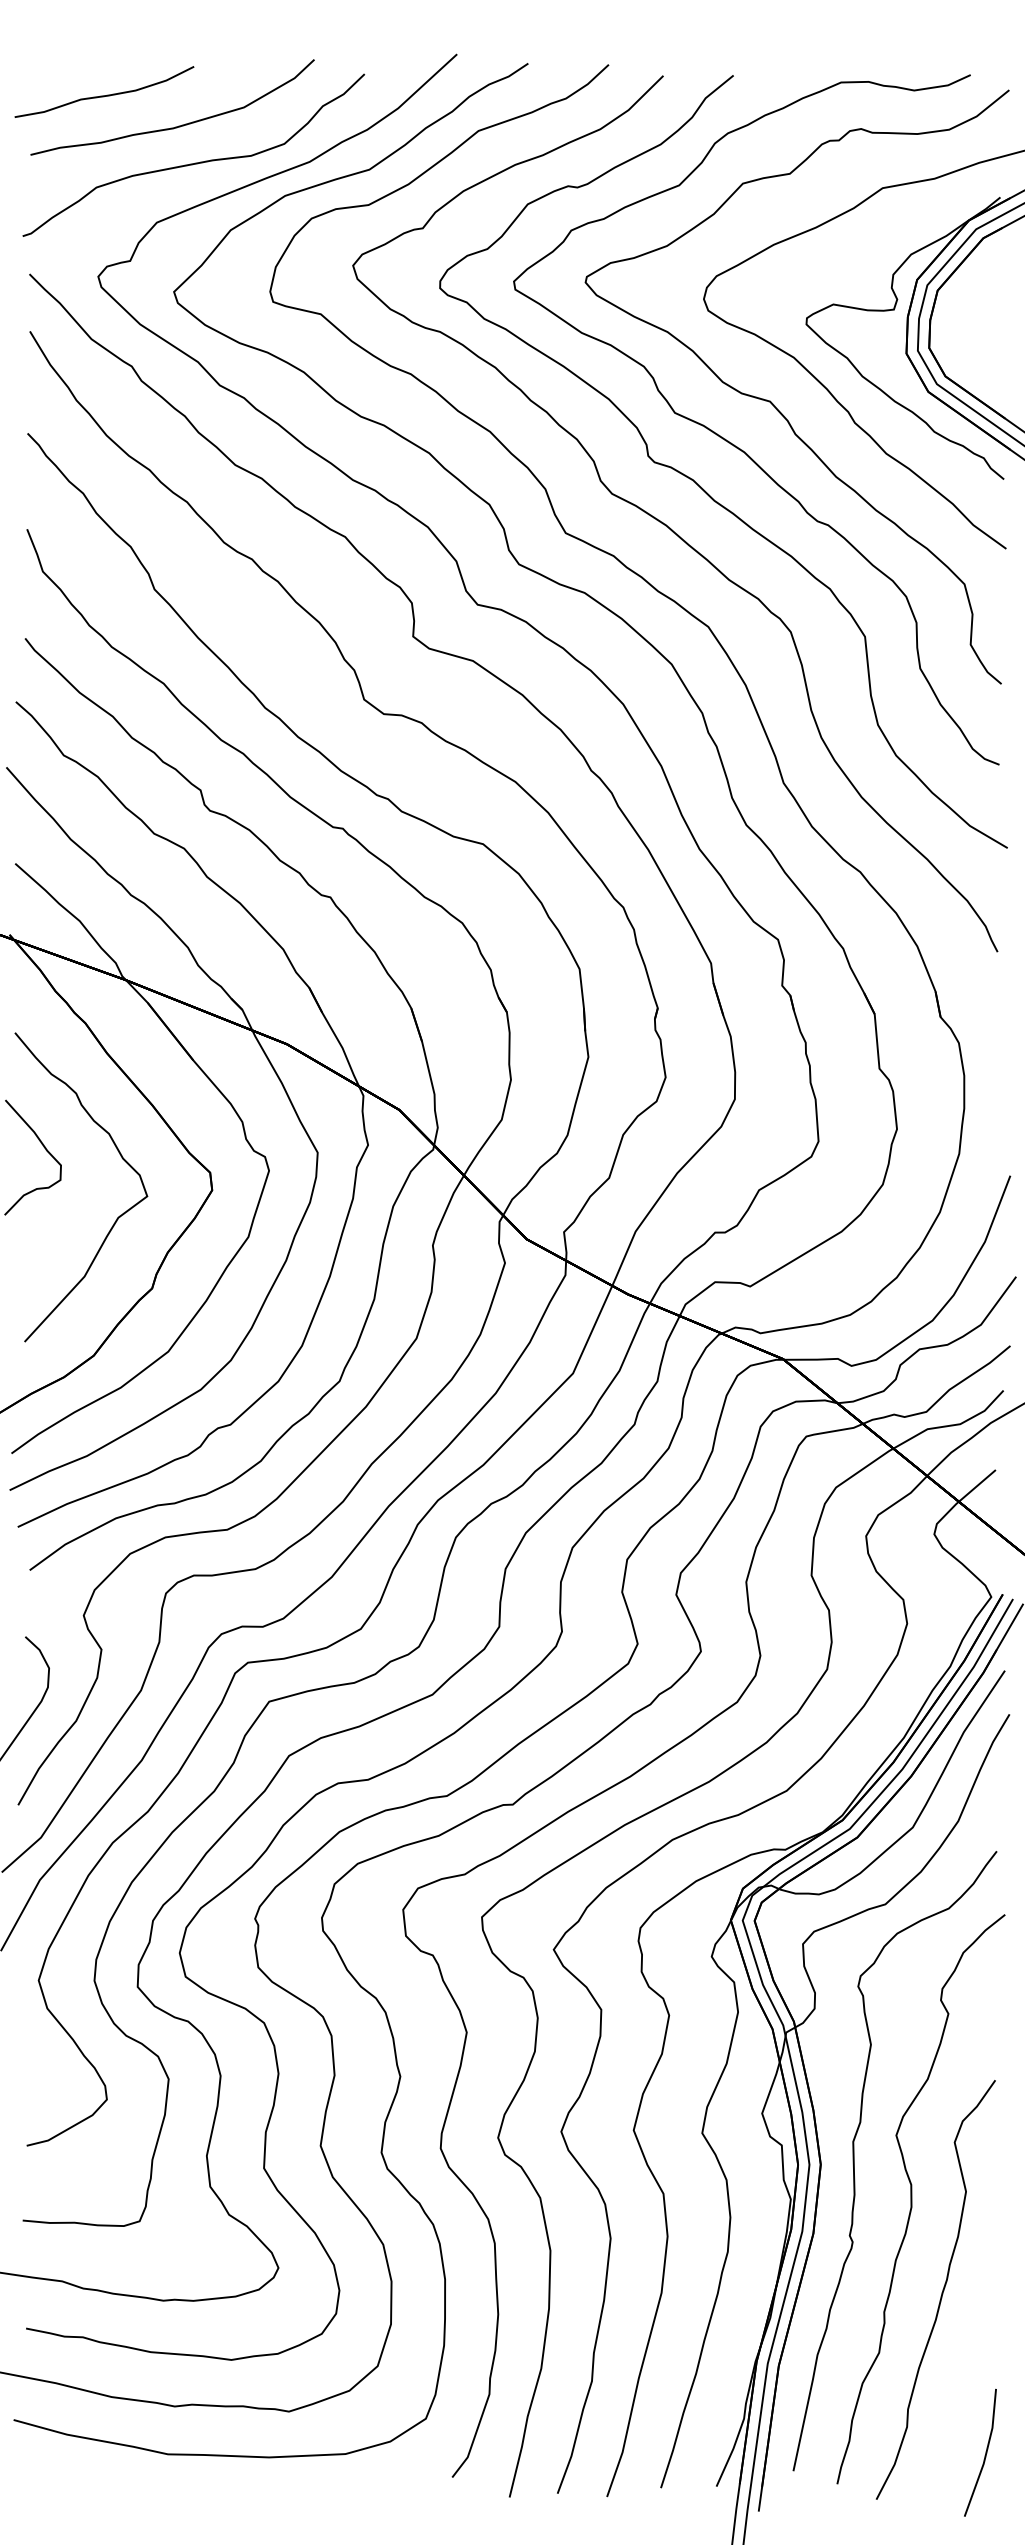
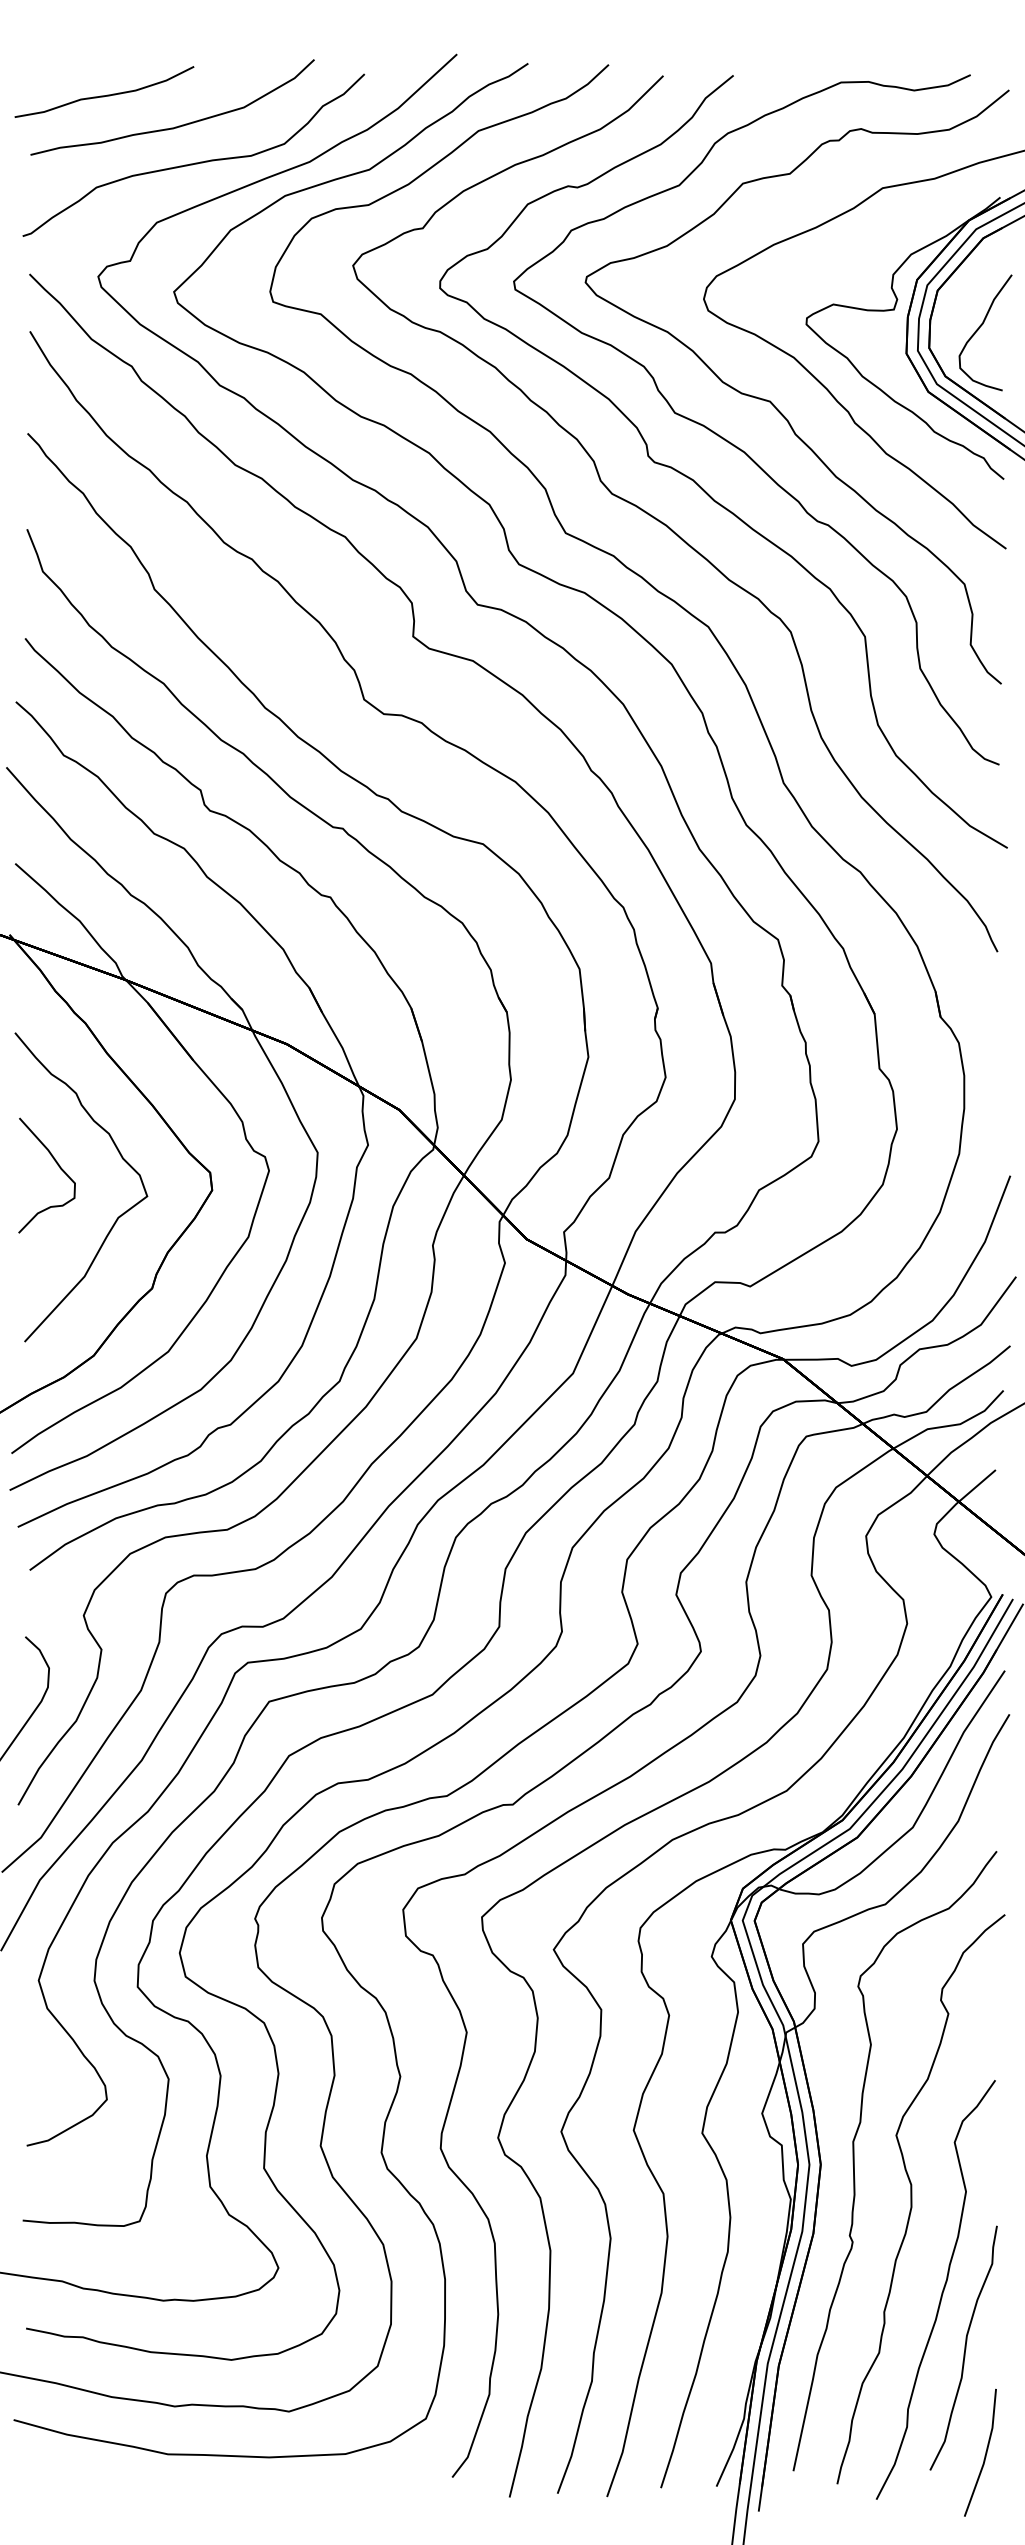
curve at (979, 329): none -> present
part at (45, 1150) position: (45, 1150) -> (59, 1168)
curve at (964, 2347): none -> present
